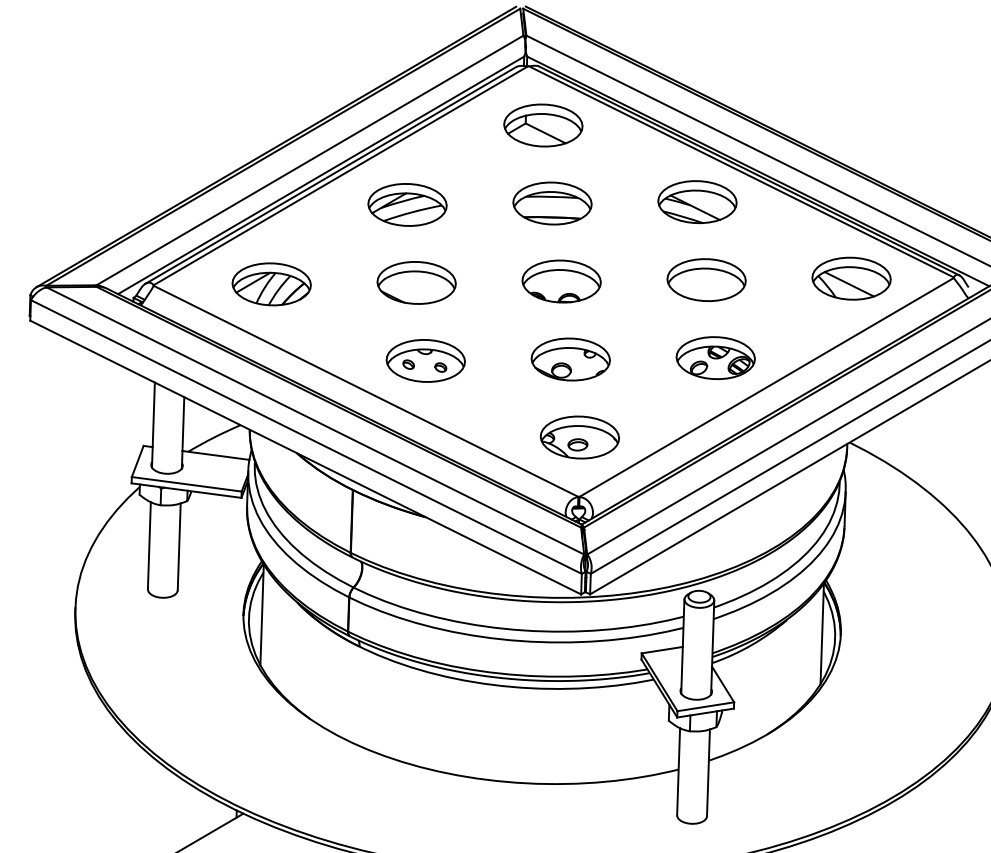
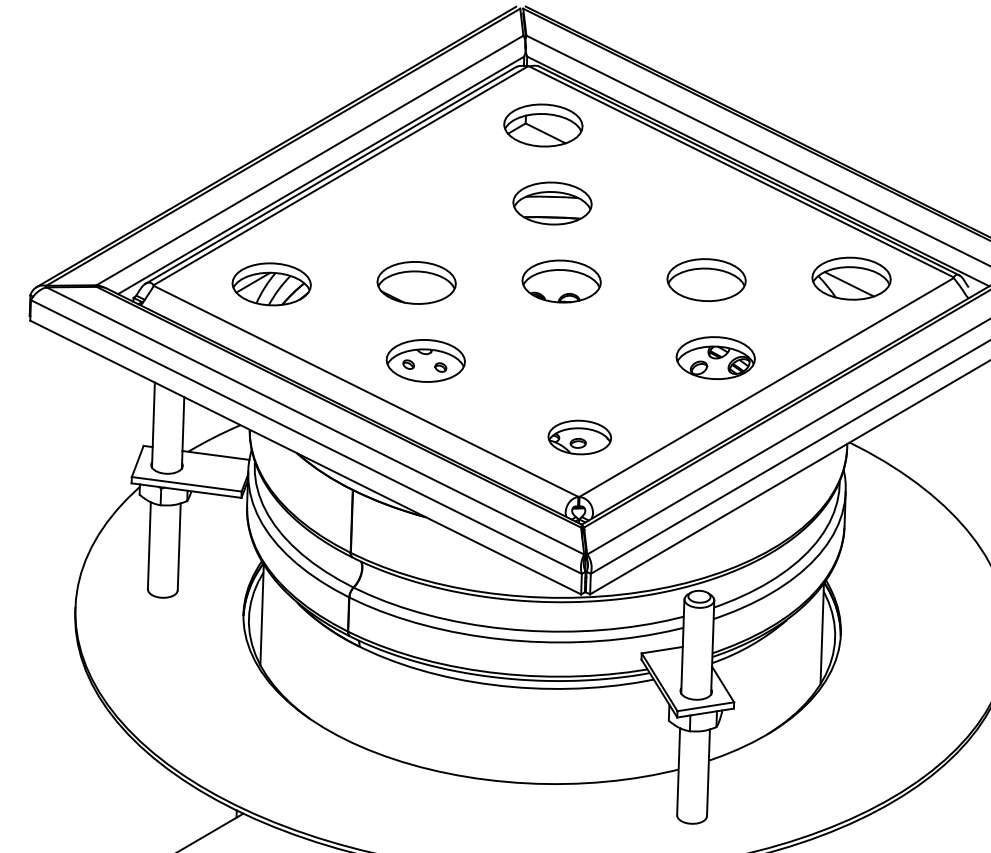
part at (697, 201): present -> none
part at (407, 204): present -> none
part at (570, 359): present -> none
part at (579, 437) size: 81x45 px -> 66x37 px
